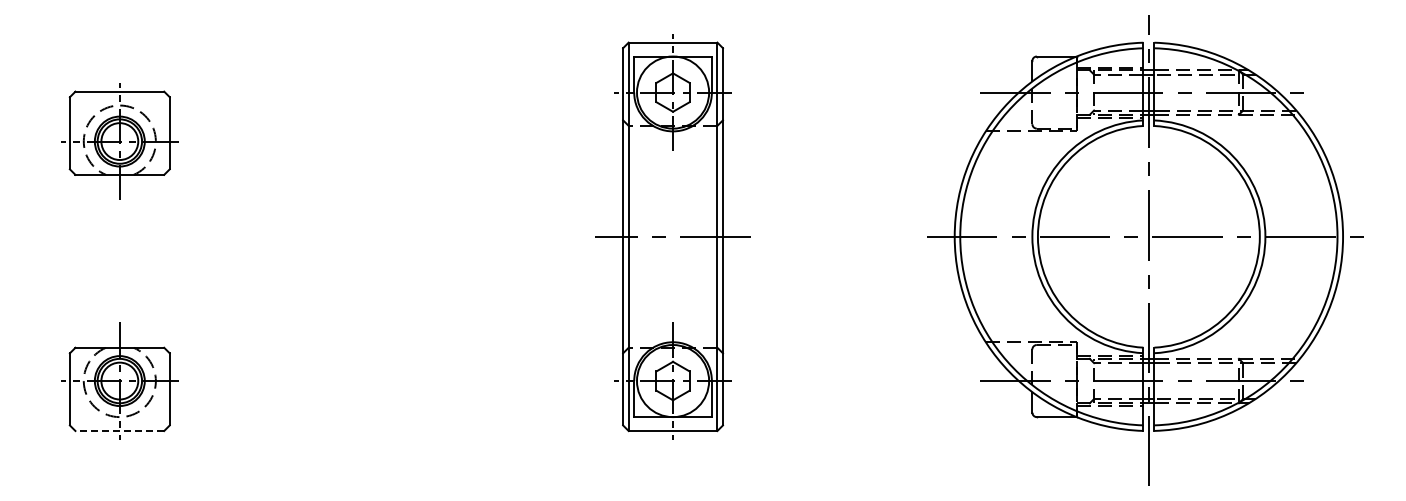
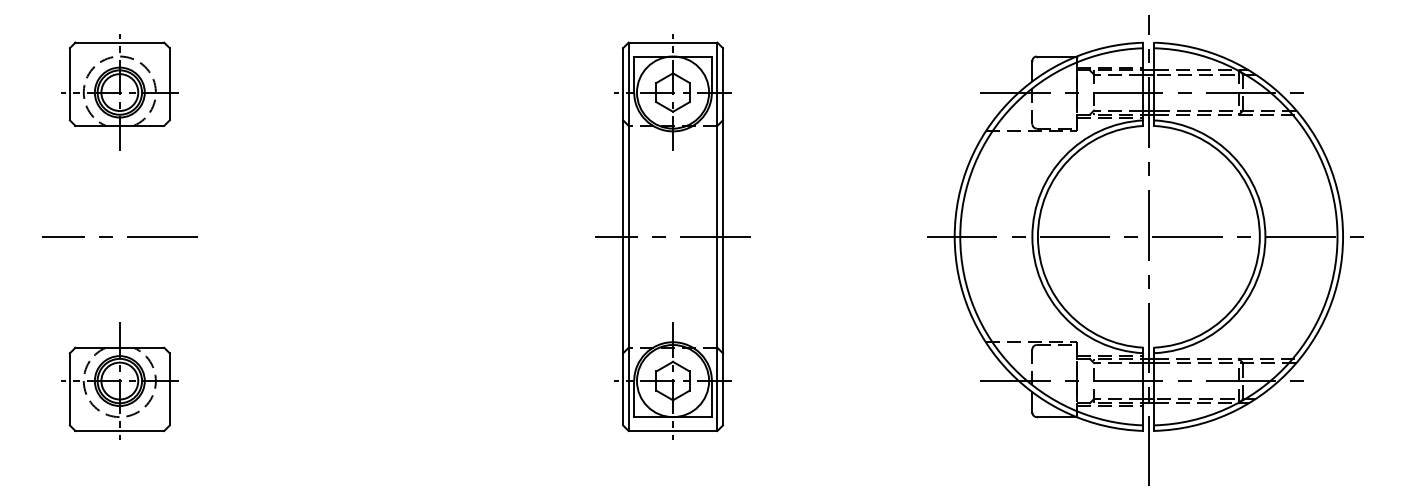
part at (119, 141) position: (119, 141) -> (119, 92)
line at (112, 236): none -> present
line at (119, 431): dashed -> solid
